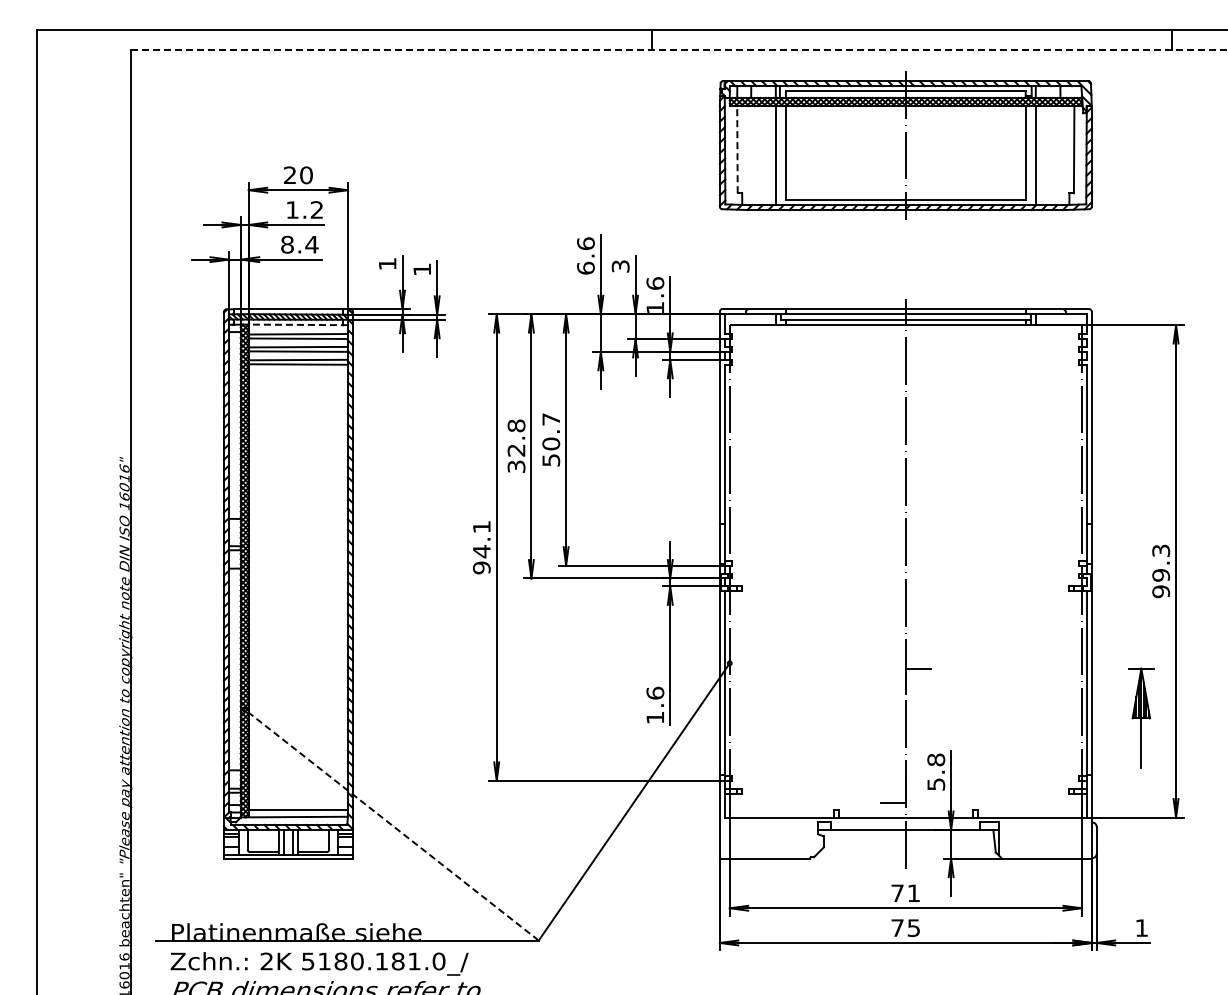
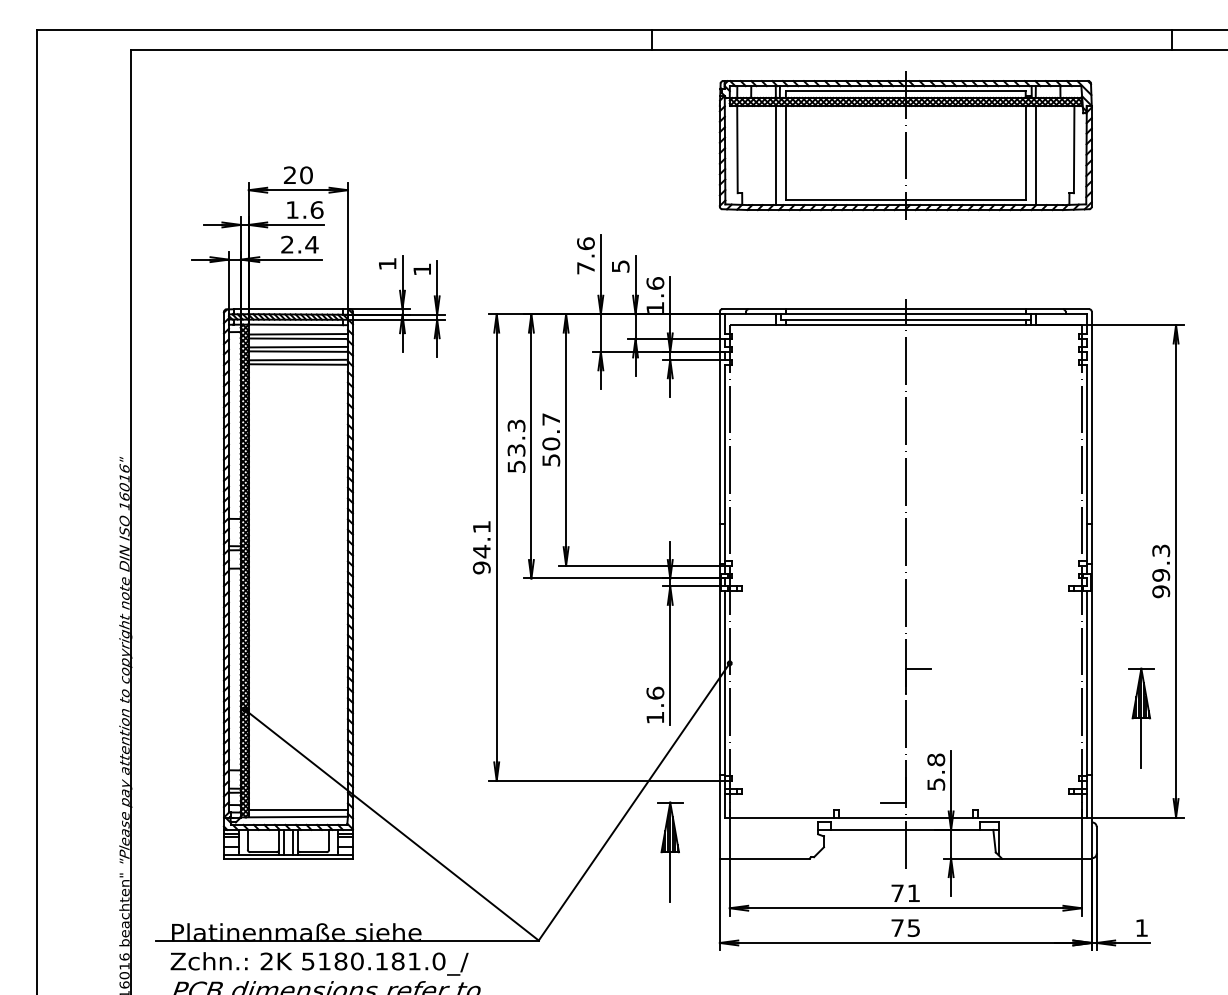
line at (679, 49): dashed -> solid
line at (737, 149): dashed -> solid
text at (316, 209): 1.2 -> 1.6
text at (287, 244): 8.4 -> 2.4
text at (619, 266): 3 -> 5
text at (585, 267): 6.6 -> 7.6
line at (298, 324): dashed -> solid
text at (516, 445): 32.8 -> 53.3
line at (391, 824): dashed -> solid
part at (670, 851): none -> present
